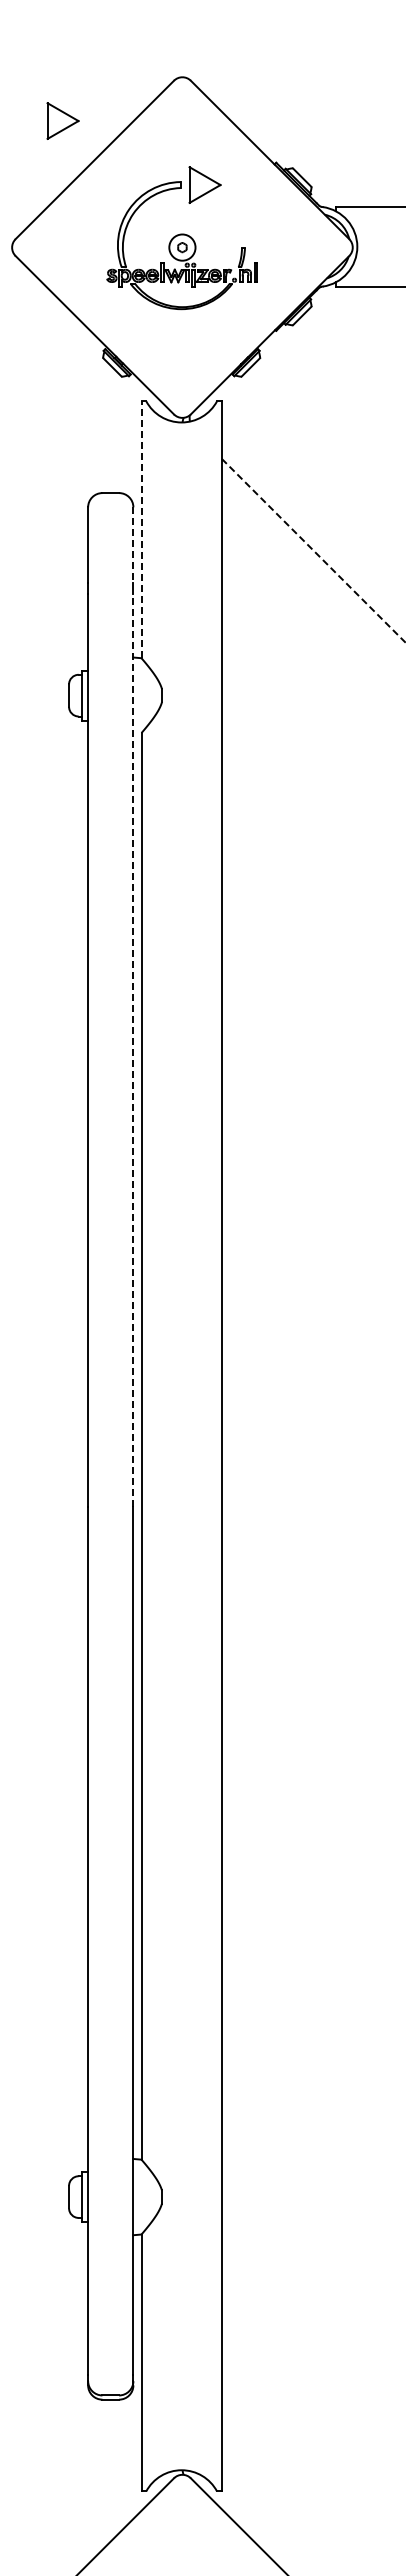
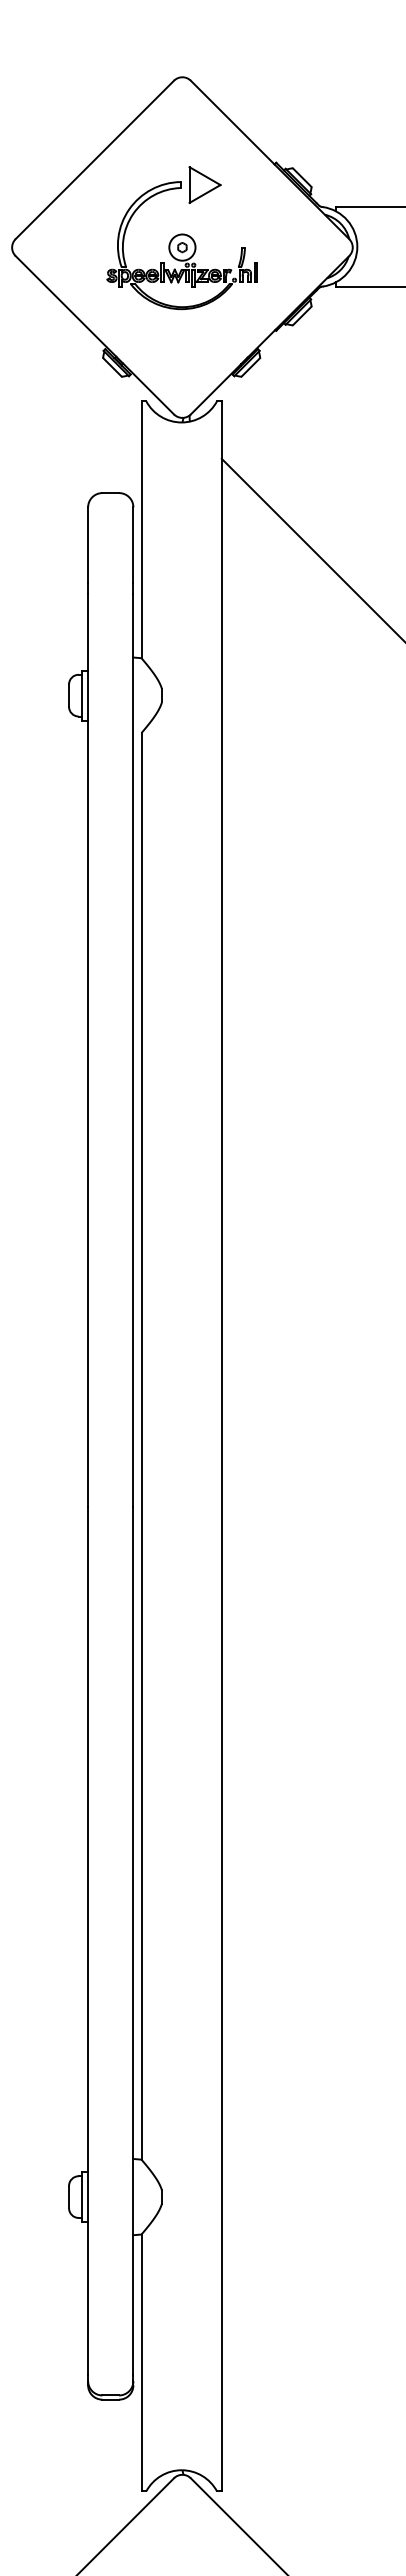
part at (62, 120): present -> none
line at (141, 529): dashed -> solid
line at (133, 544): dashed -> solid
line at (313, 550): dashed -> solid
line at (133, 1050): dashed -> solid
